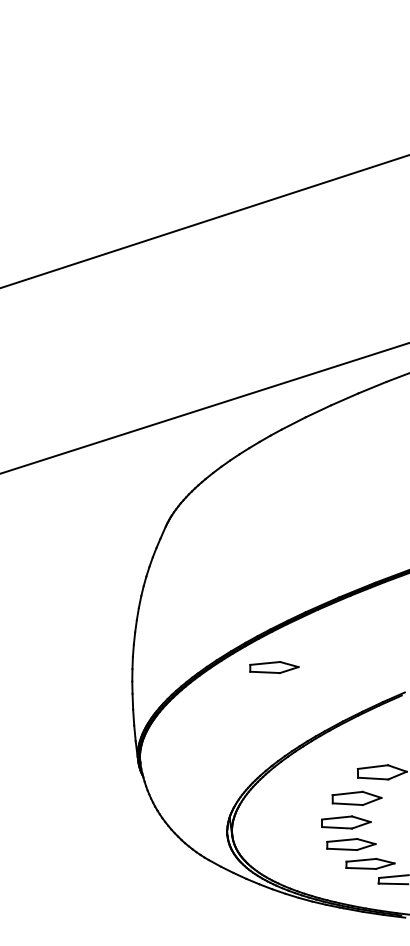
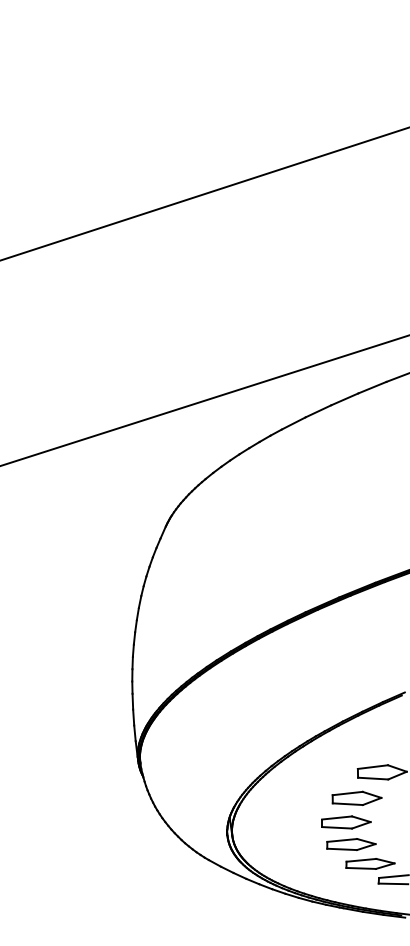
line at (204, 221) position: (204, 221) -> (204, 193)
line at (204, 407) position: (204, 407) -> (204, 400)
part at (274, 667): present -> none
